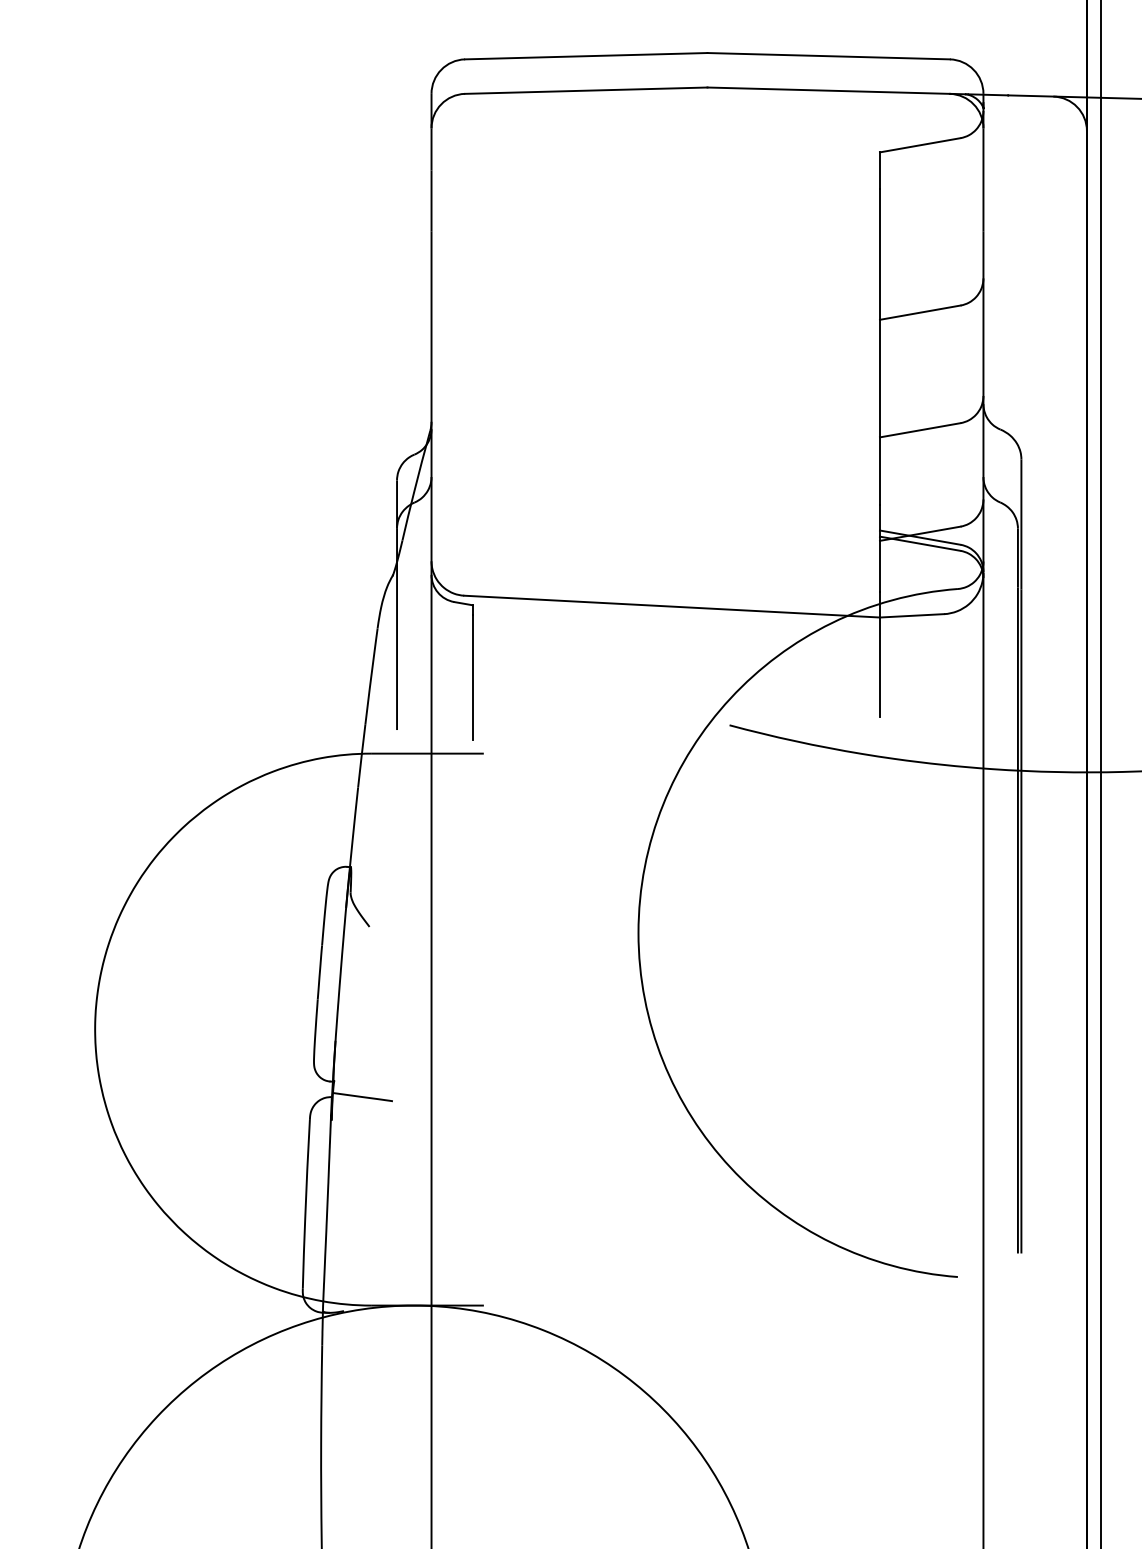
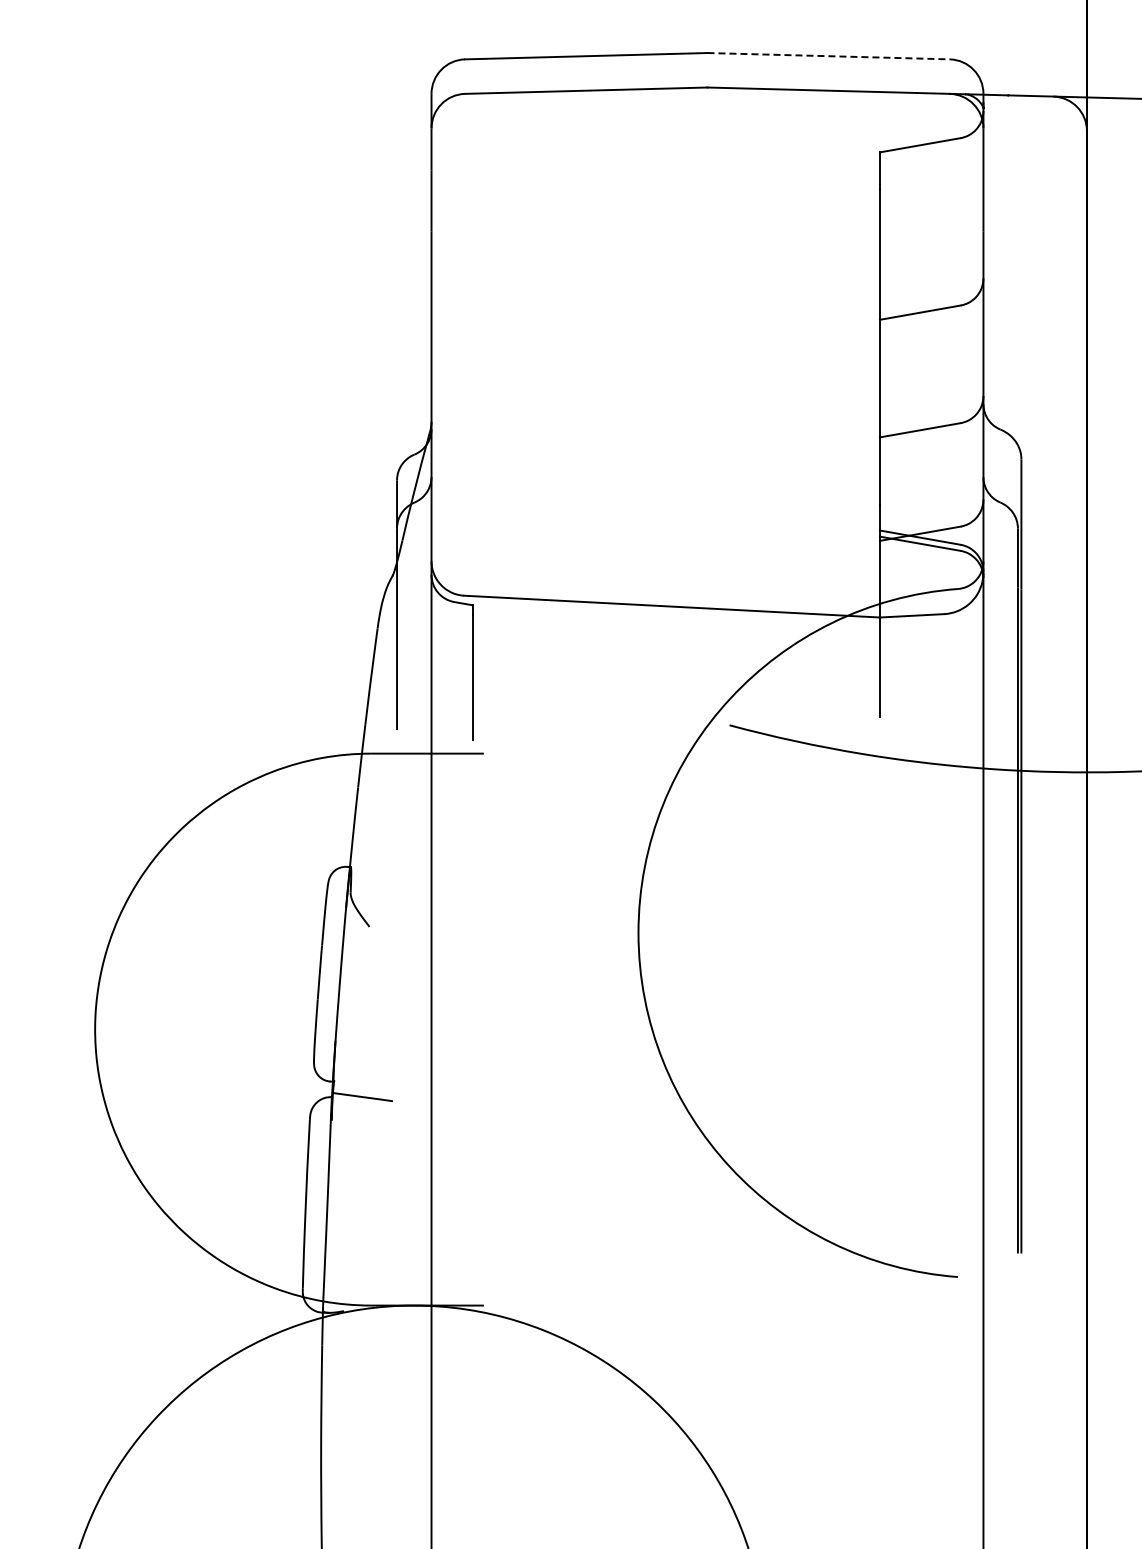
line at (829, 56): solid -> dashed
line at (1100, 773): present -> none
